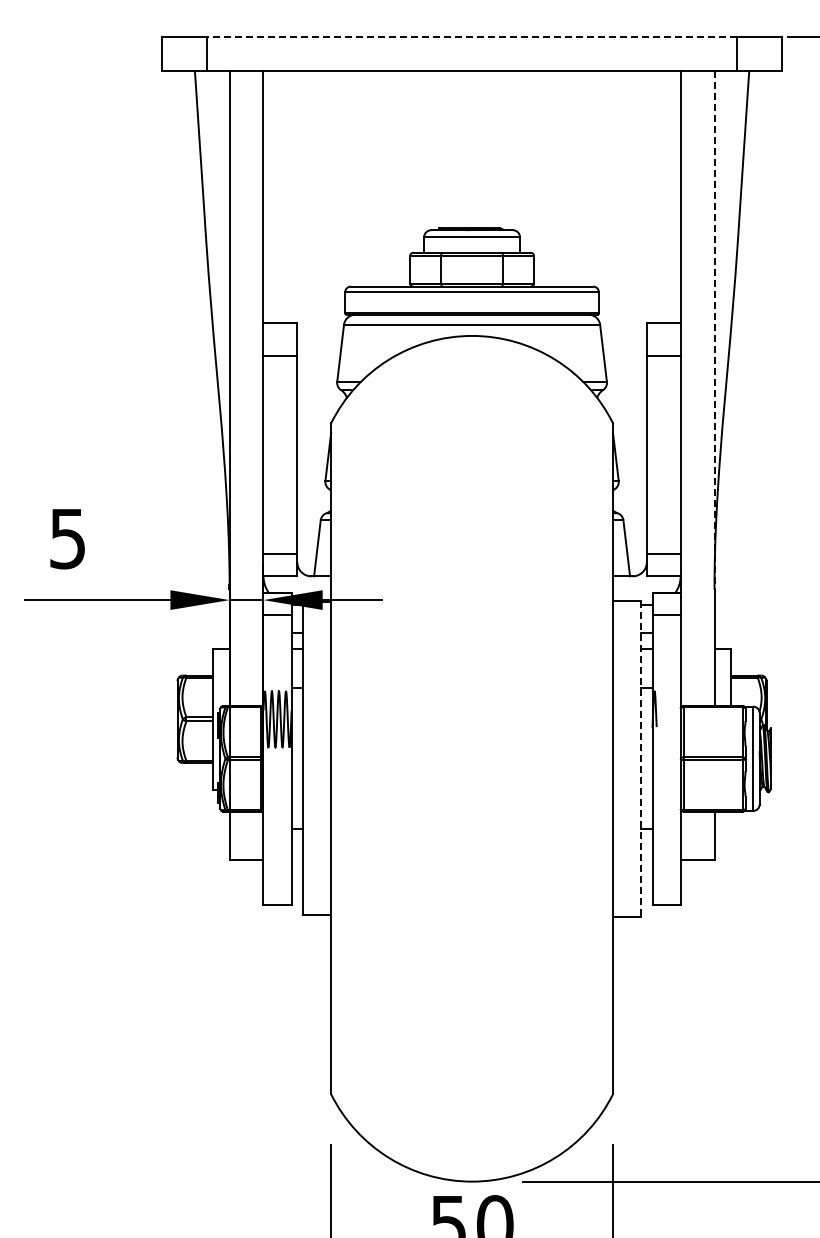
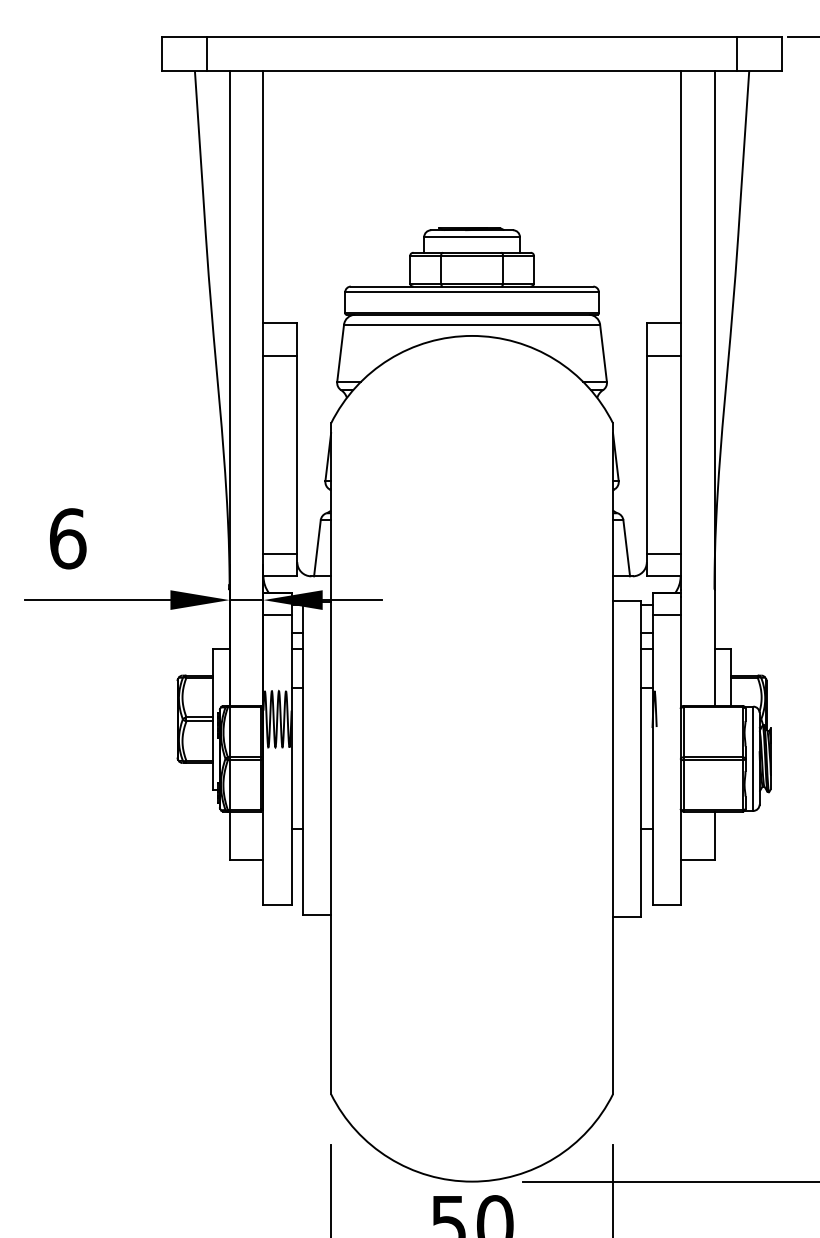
line at (472, 37): dashed -> solid
line at (714, 330): dashed -> solid
text at (68, 538): 5 -> 6
line at (641, 758): dashed -> solid
